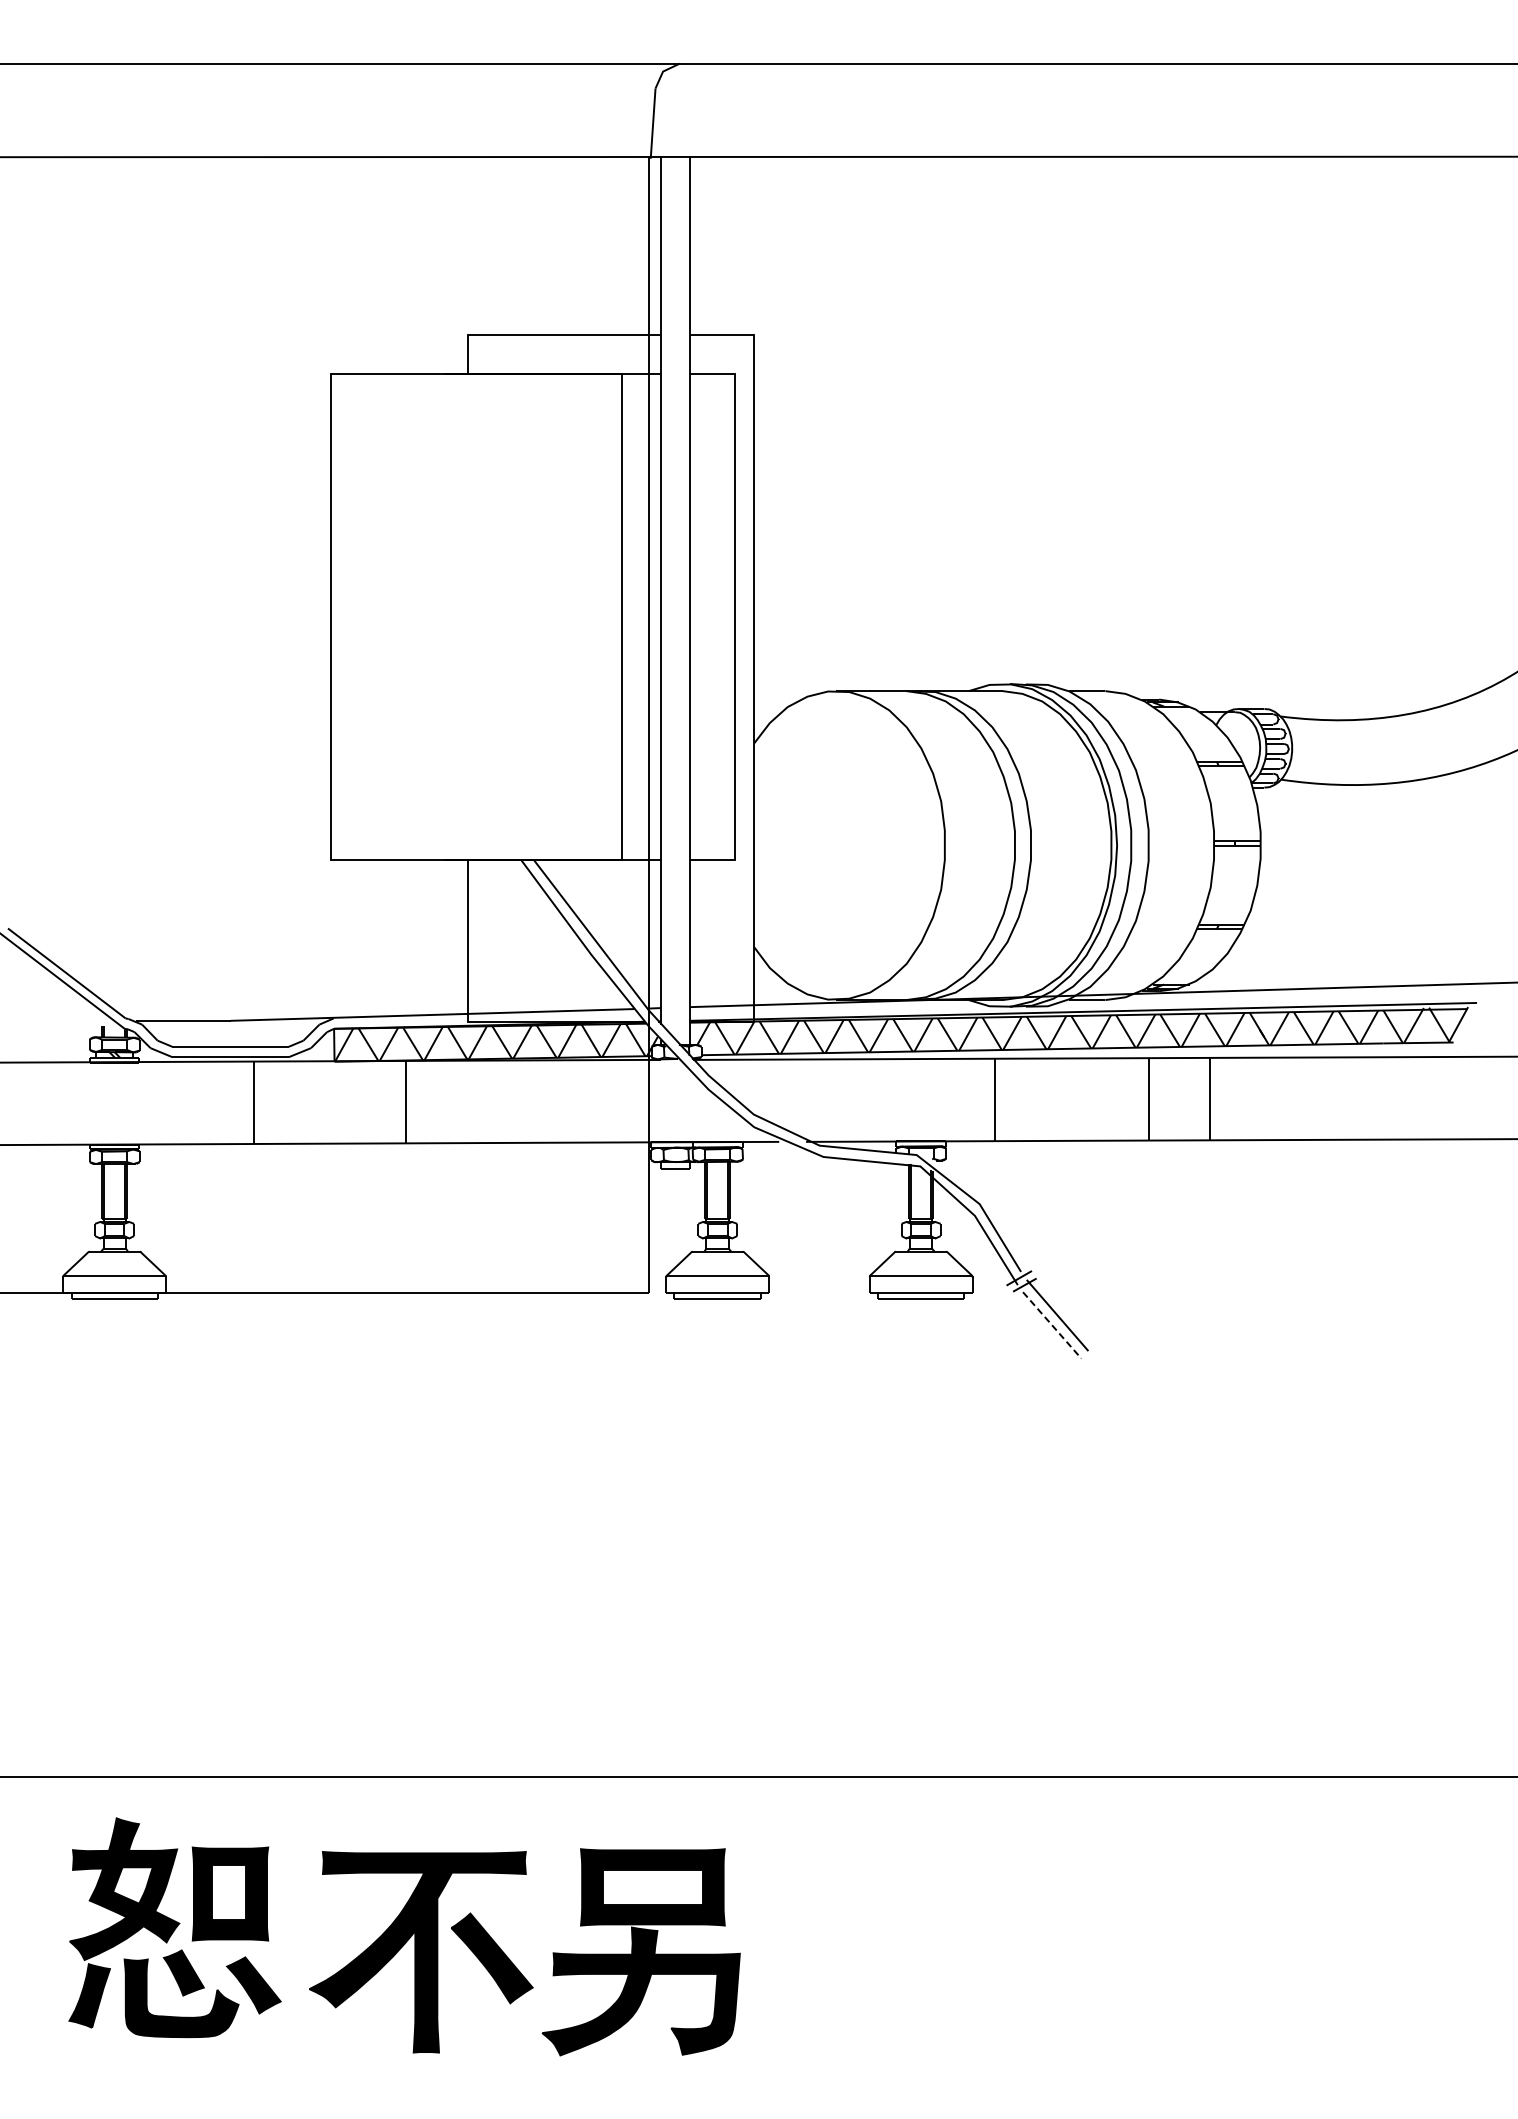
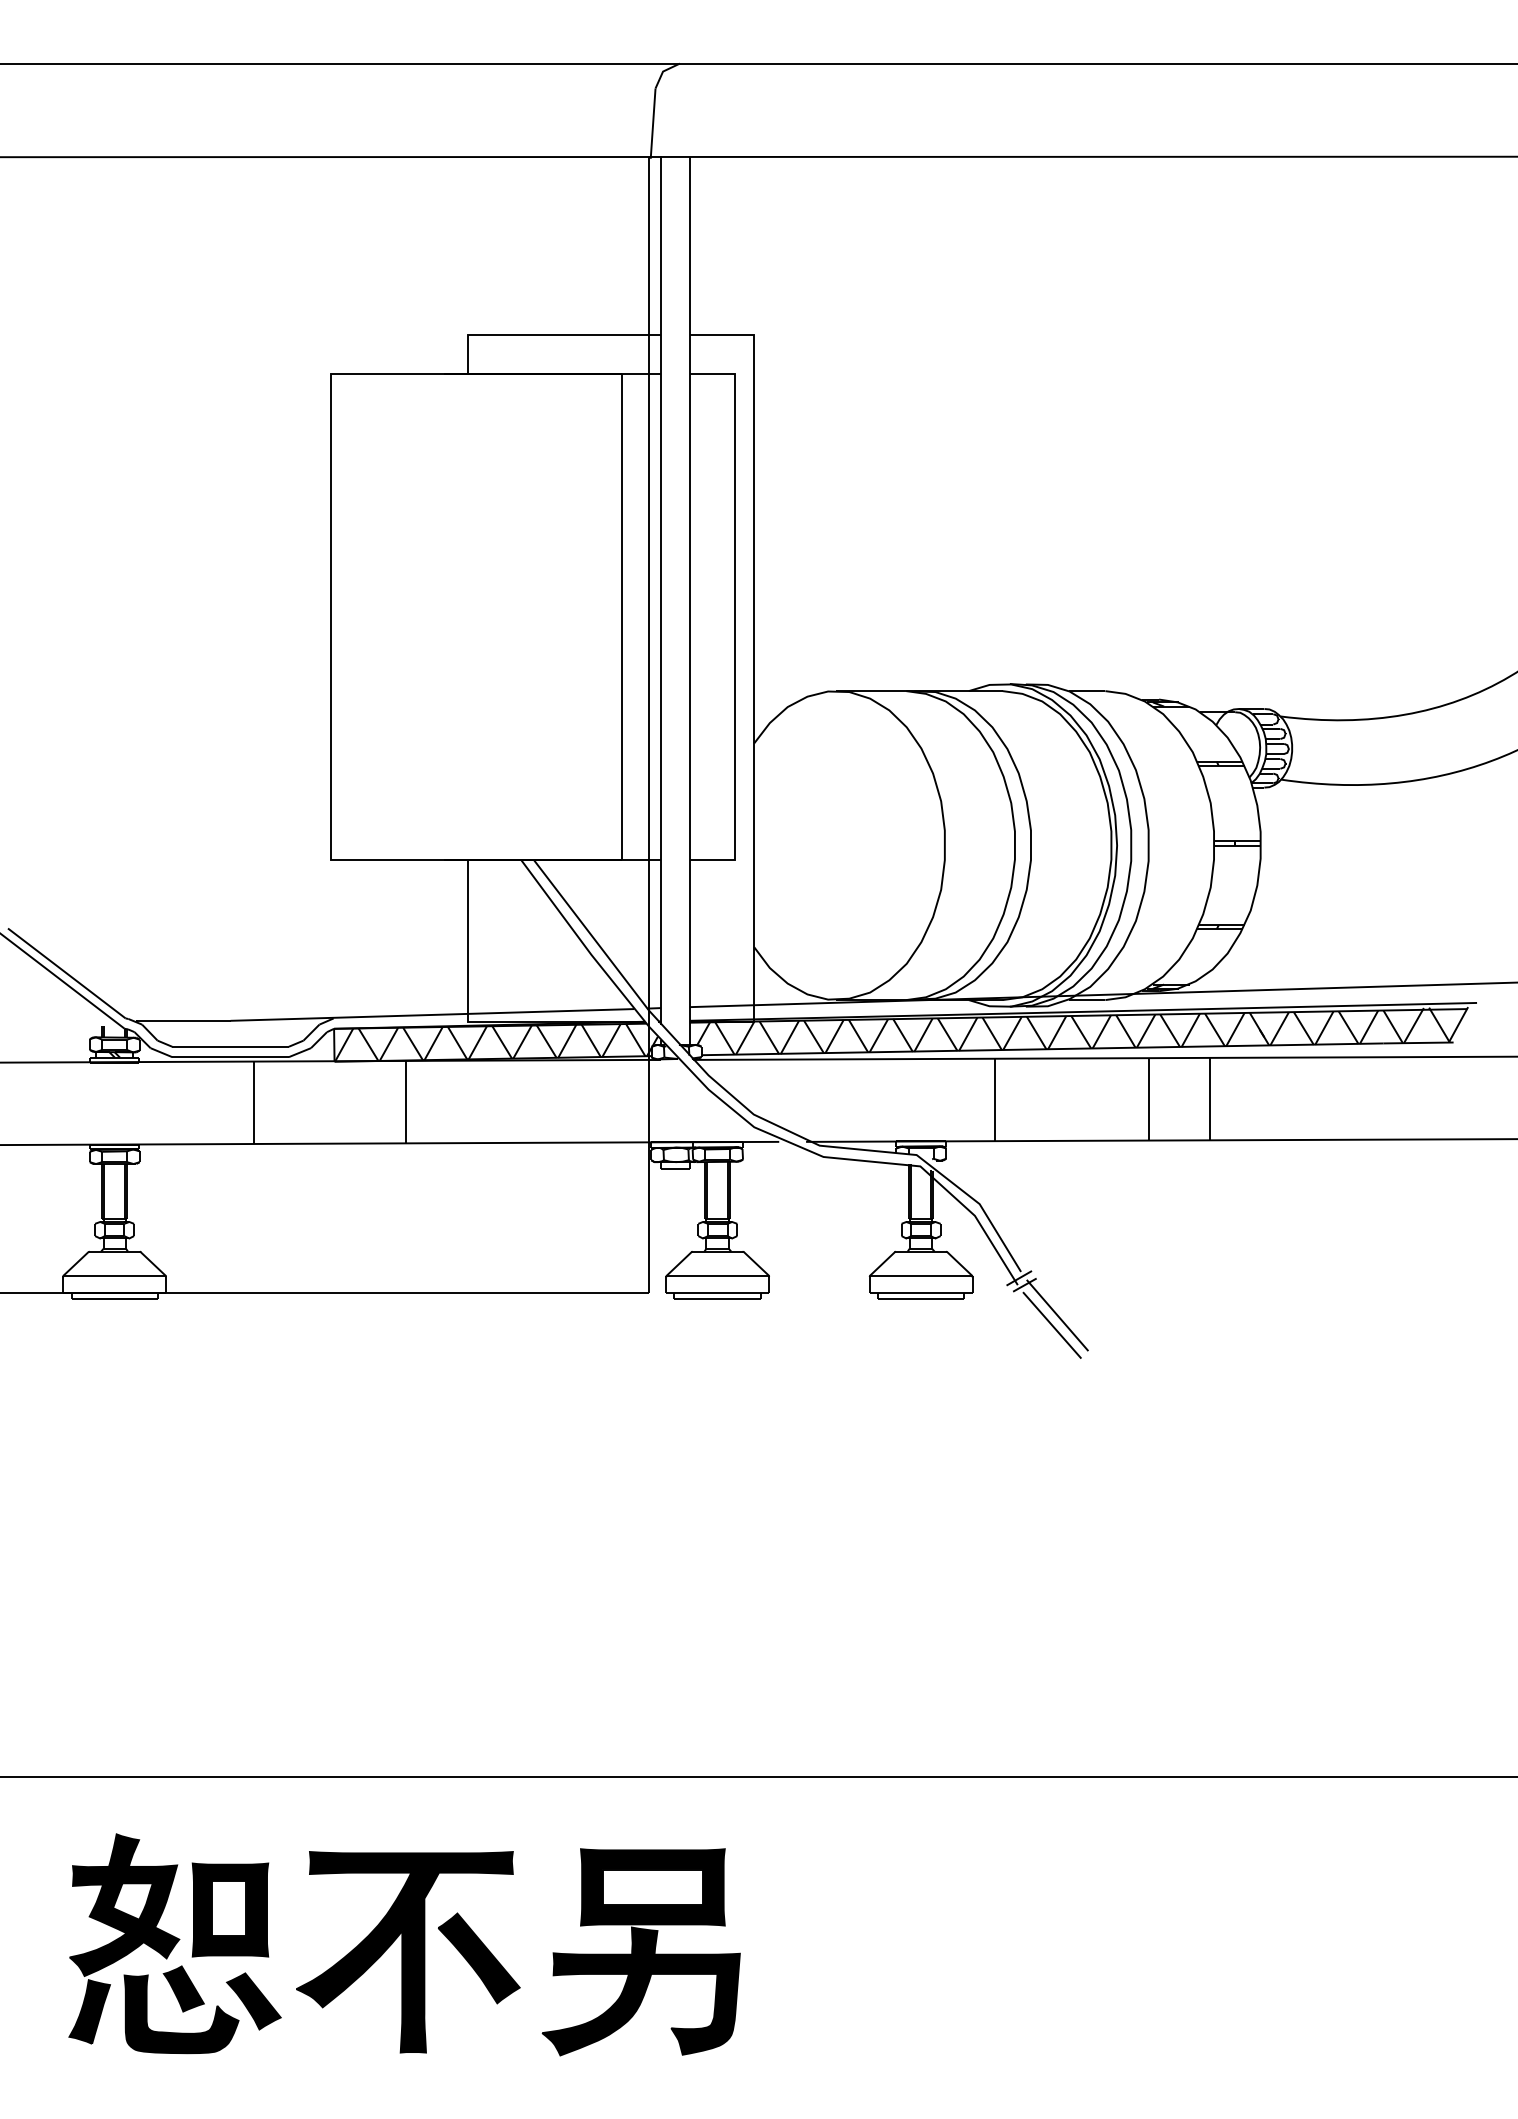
line at (1052, 1325): dashed -> solid
part at (174, 1927) position: (174, 1927) -> (174, 1943)
part at (421, 1952) position: (421, 1952) -> (408, 1952)
